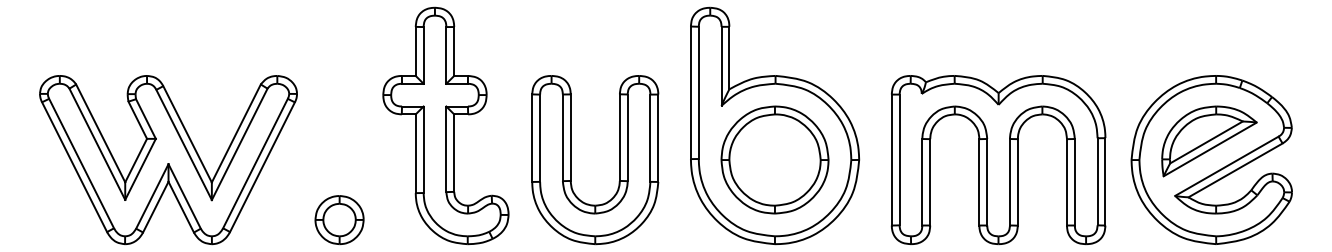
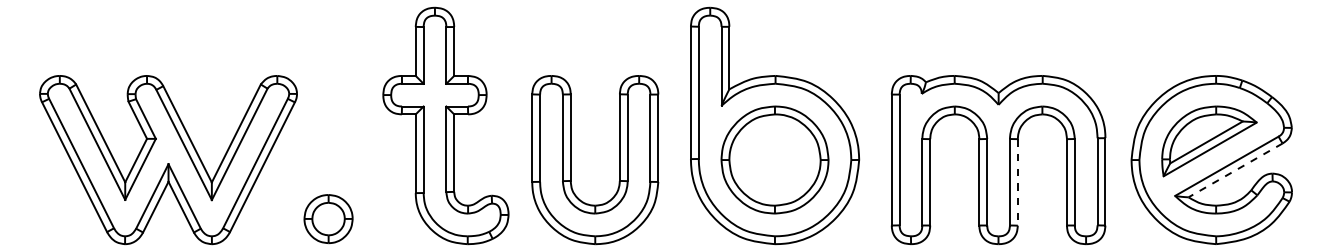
line at (1235, 170): solid -> dashed
line at (1017, 182): solid -> dashed
part at (339, 220) position: (339, 220) -> (328, 219)
